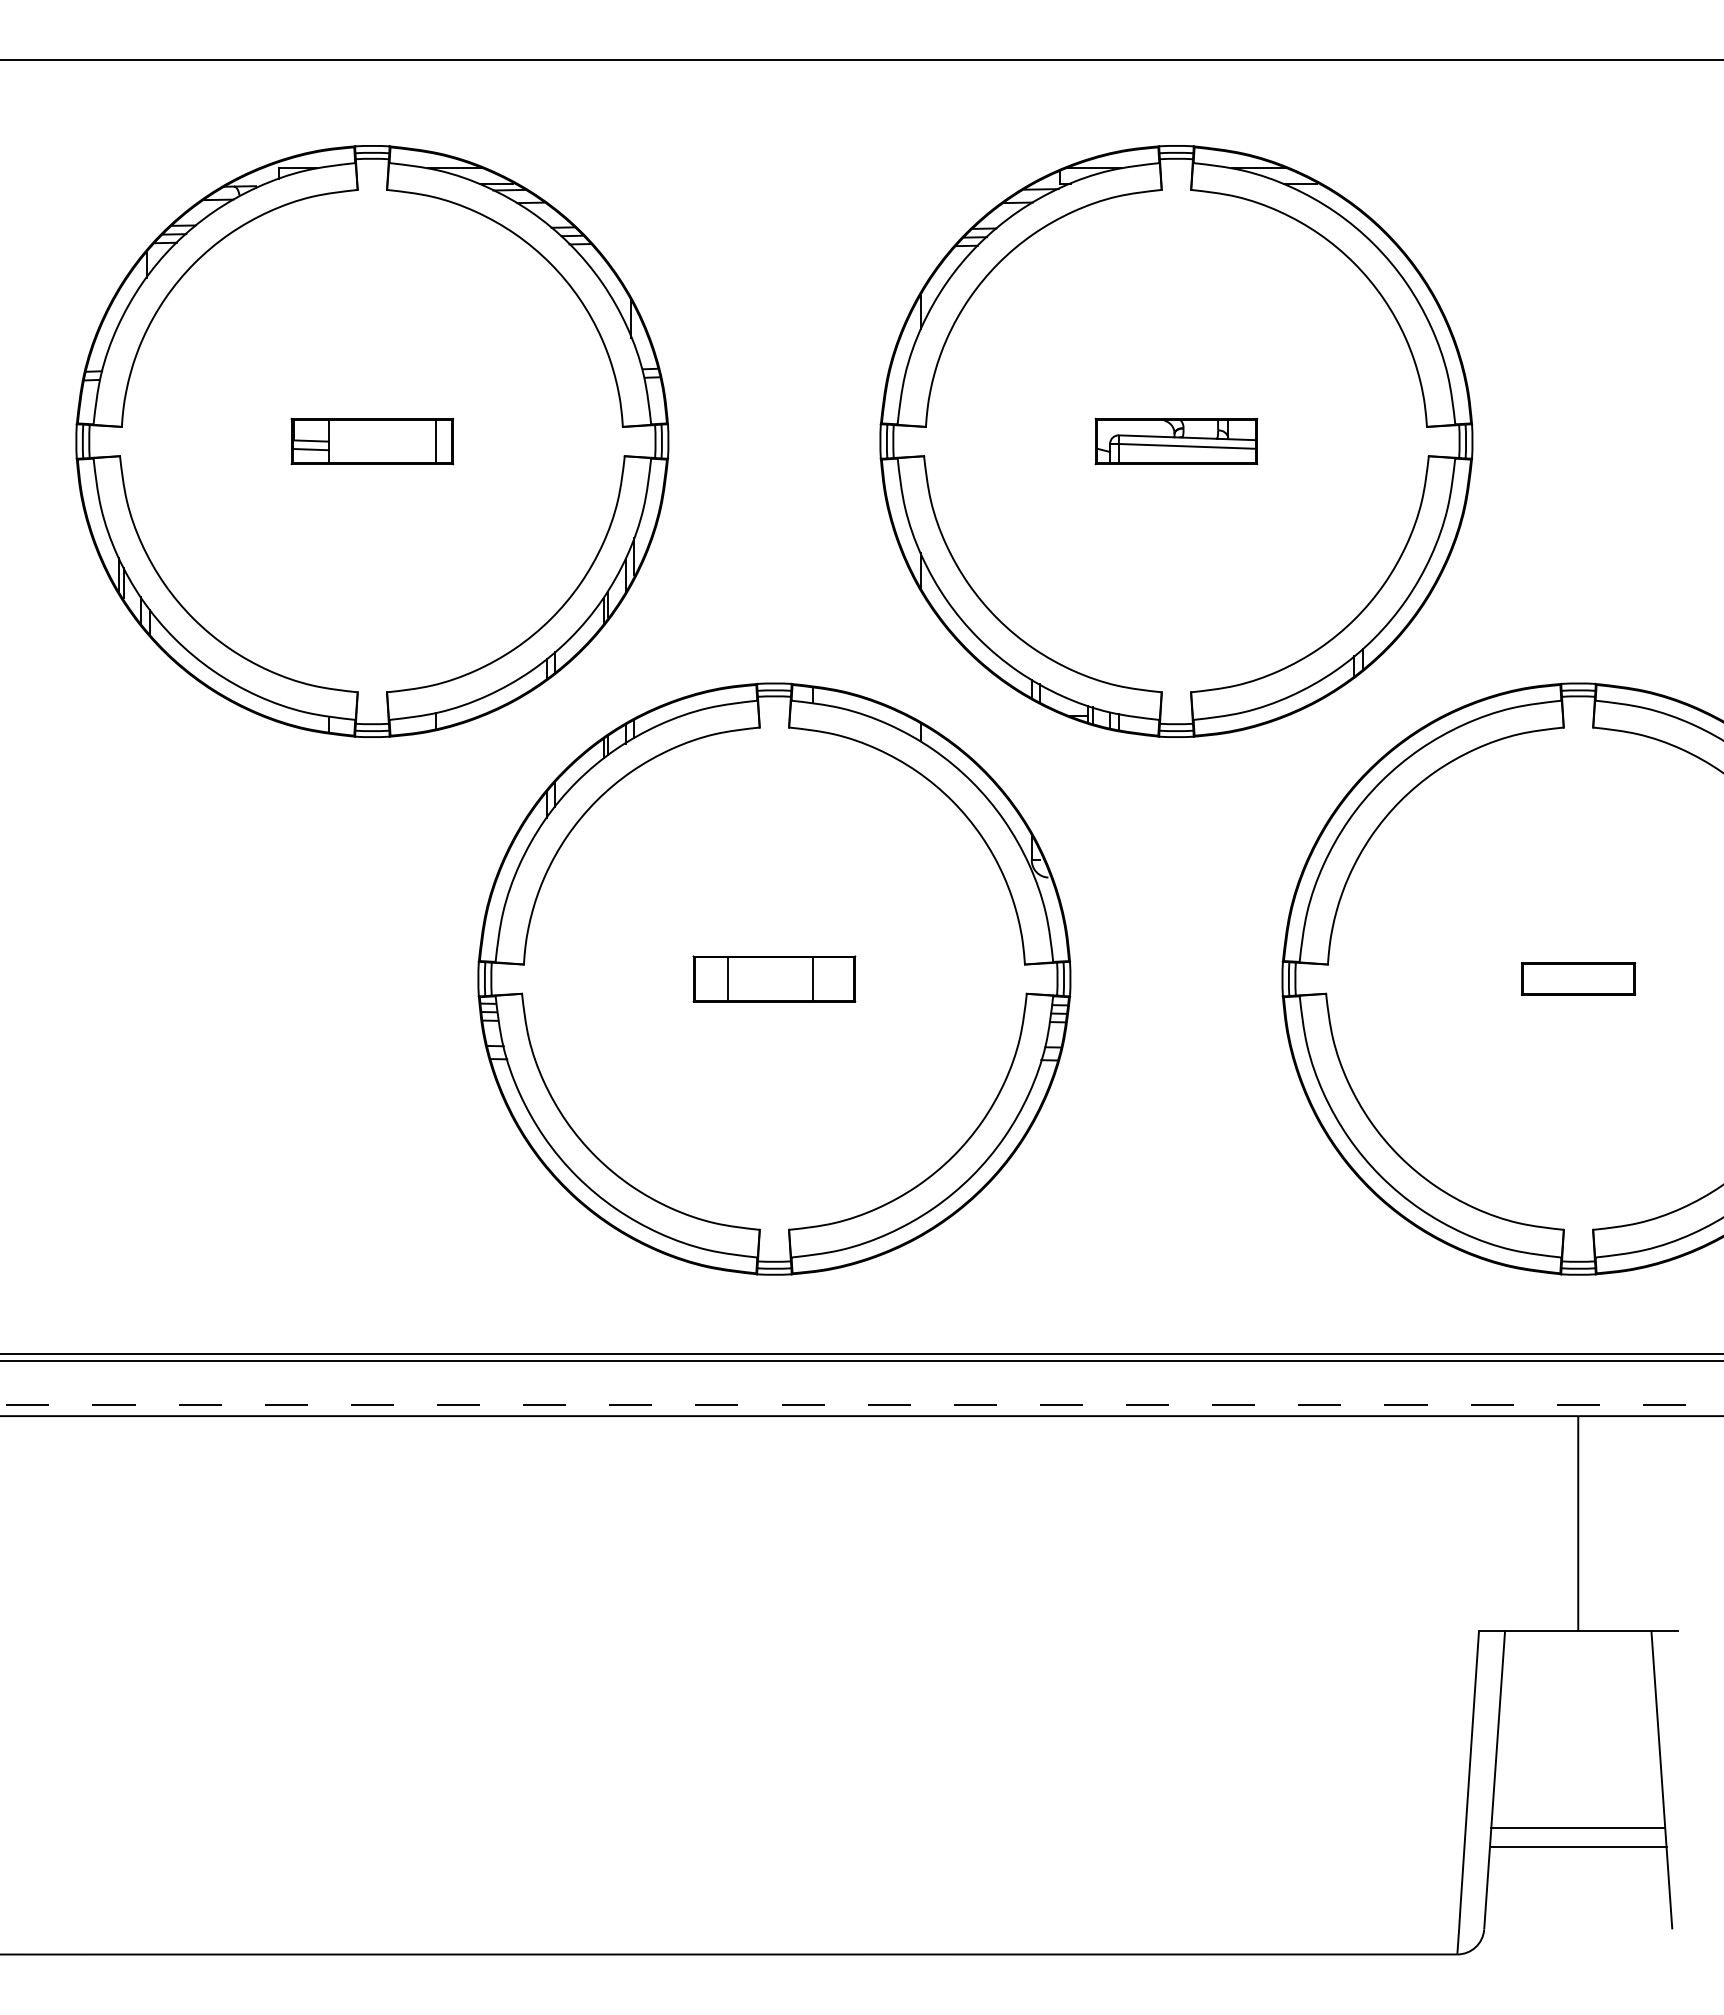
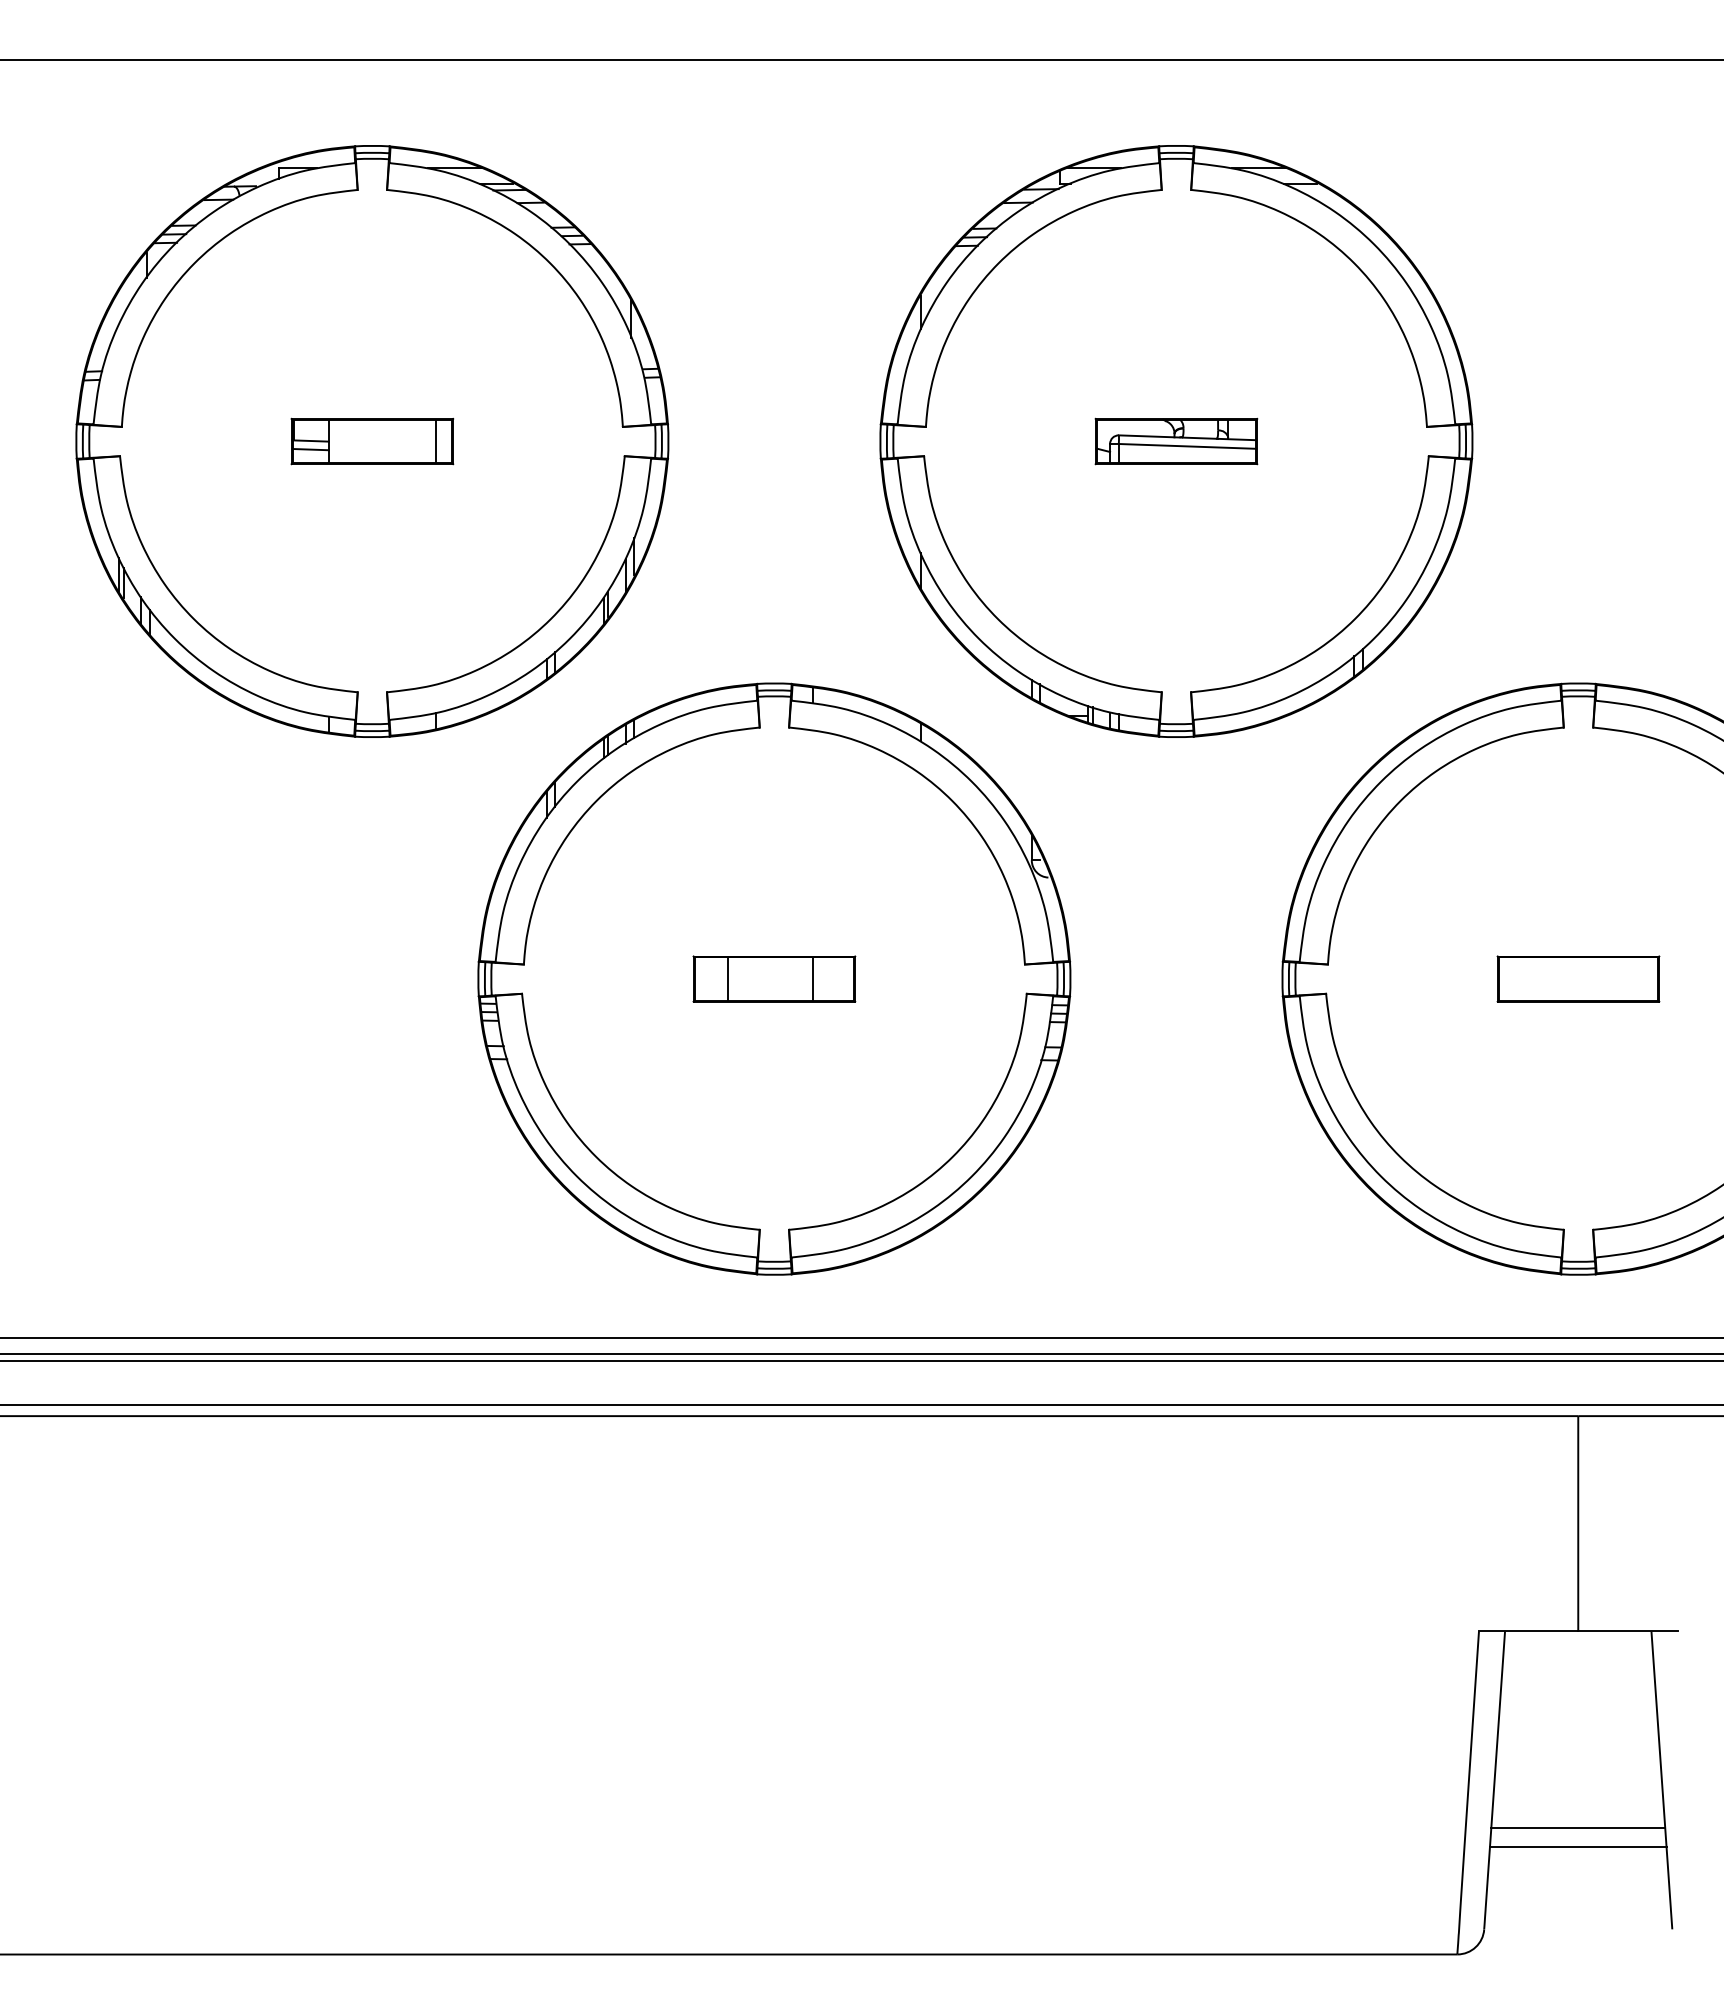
part at (1578, 978) size: 117x34 px -> 165x48 px
line at (861, 1338): none -> present
line at (861, 1405): dashed -> solid
